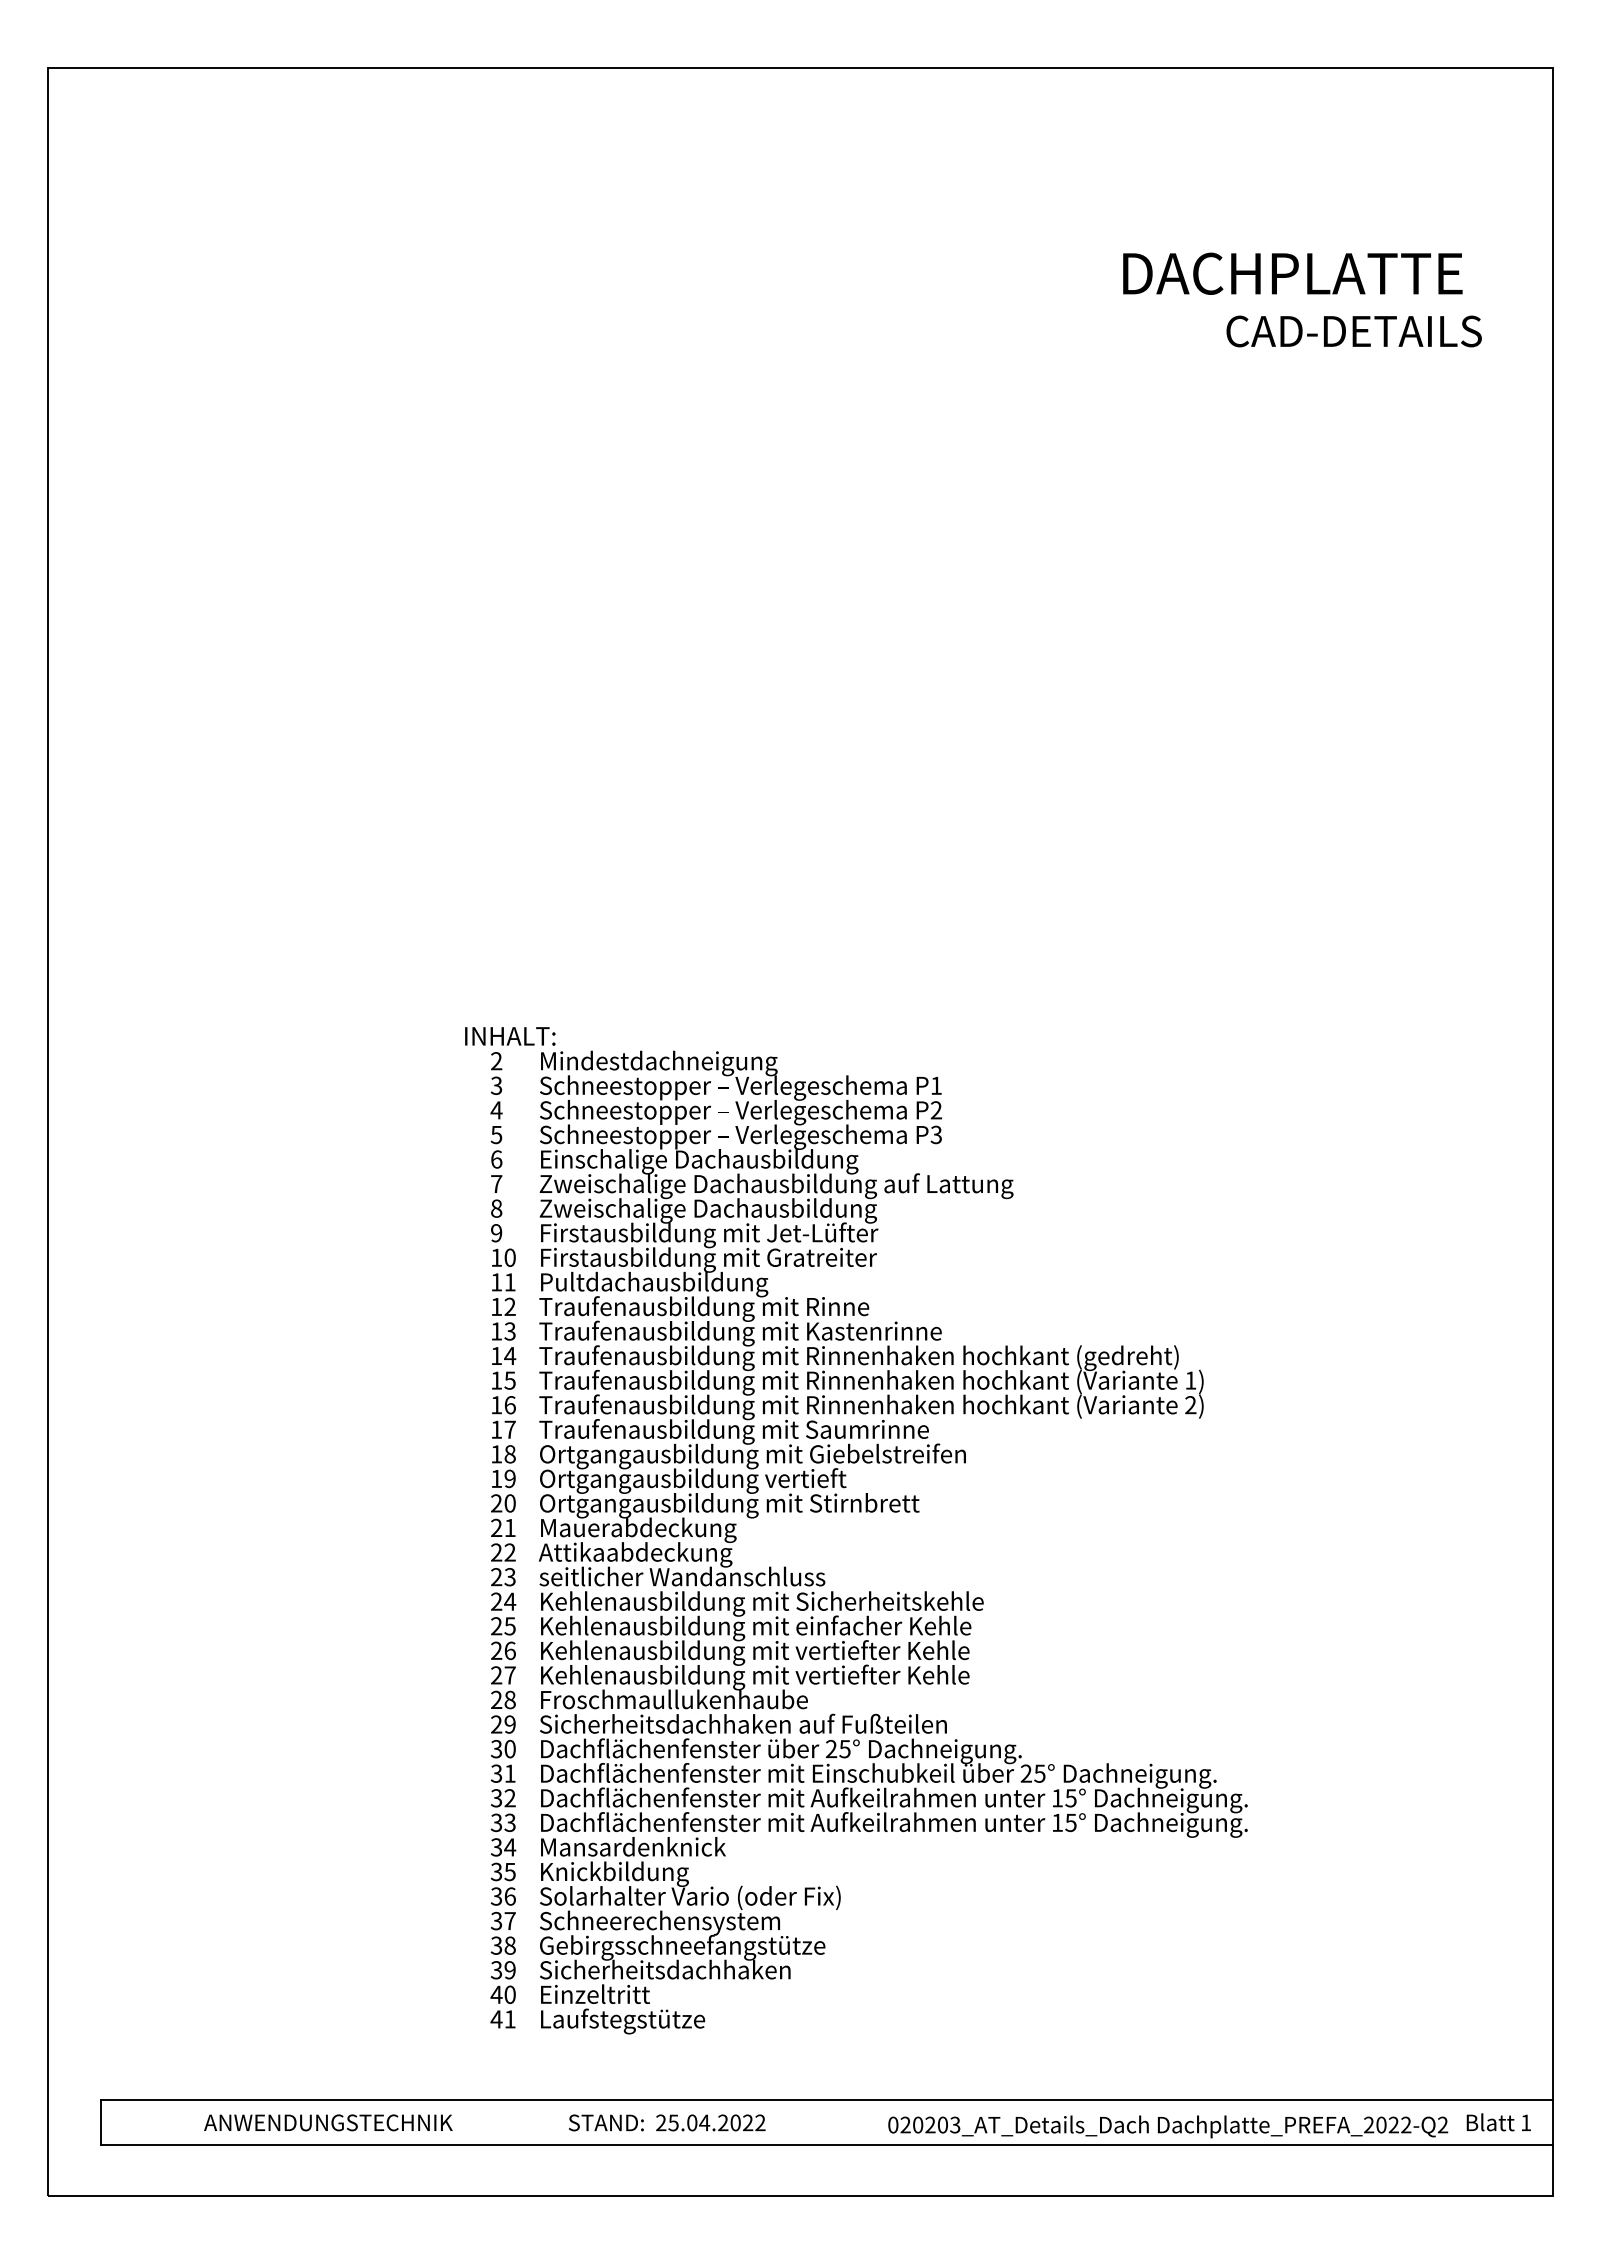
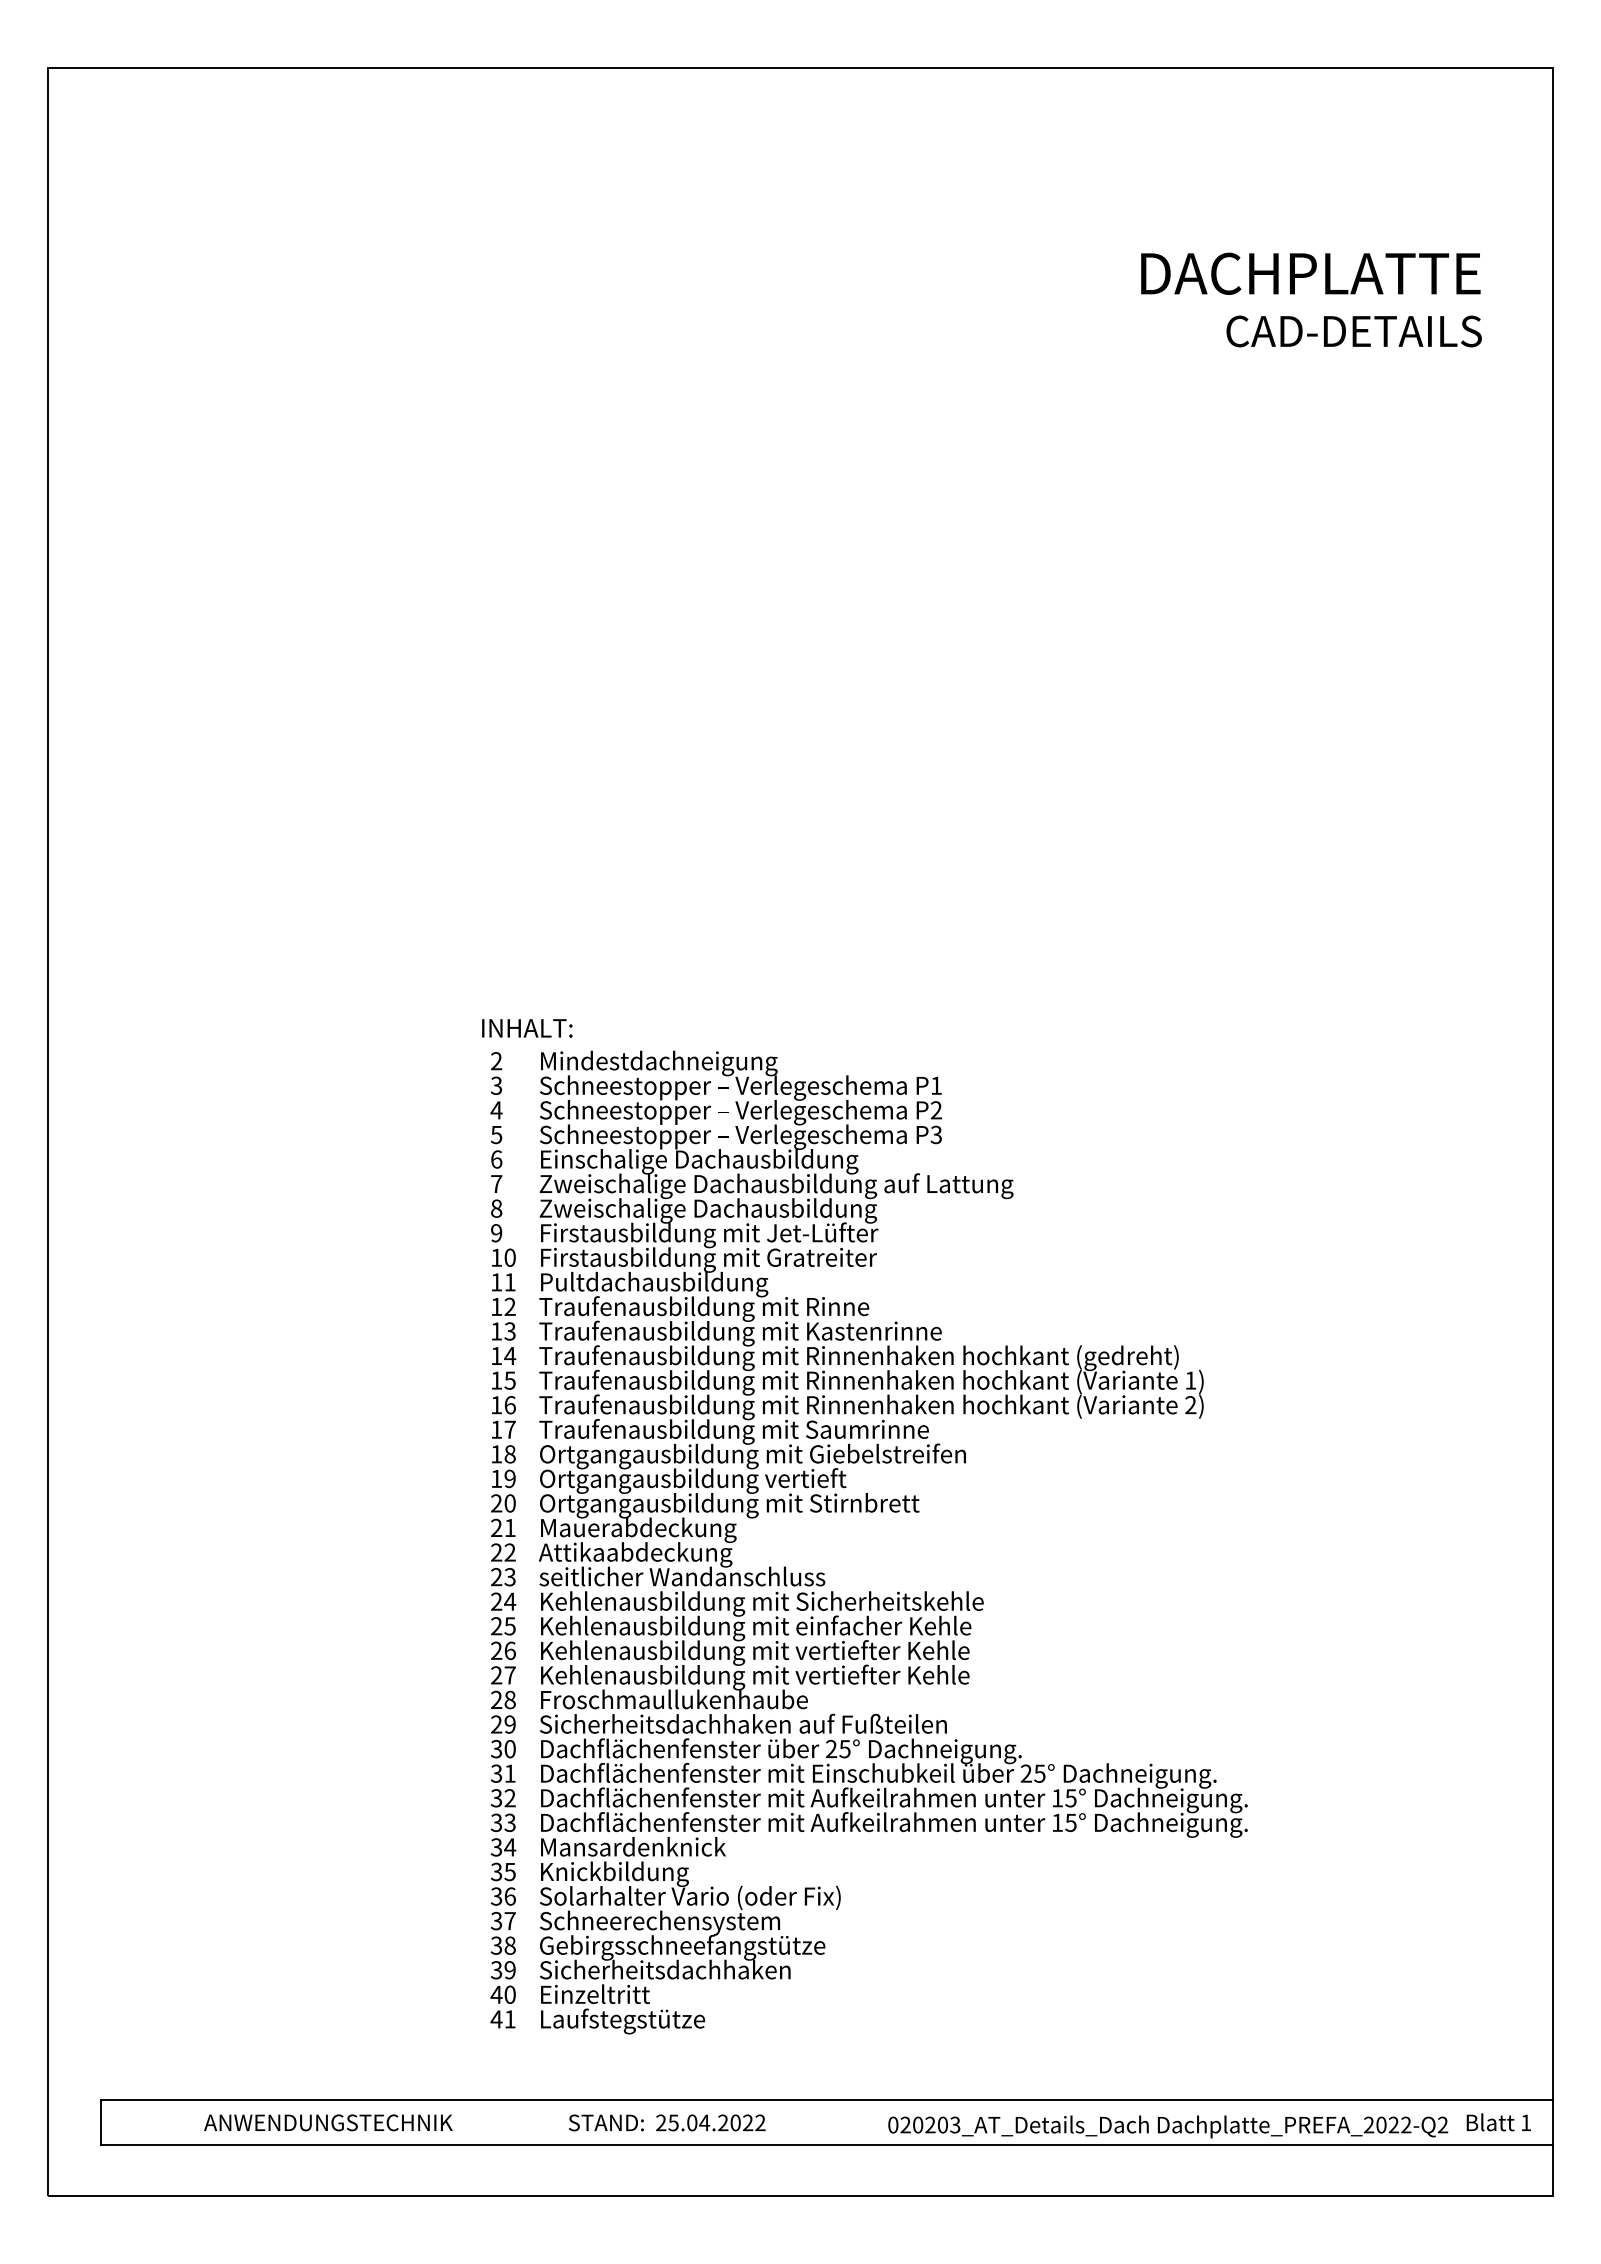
text at (1292, 273) position: (1292, 273) -> (1310, 273)
text at (510, 1036) position: (510, 1036) -> (527, 1028)
